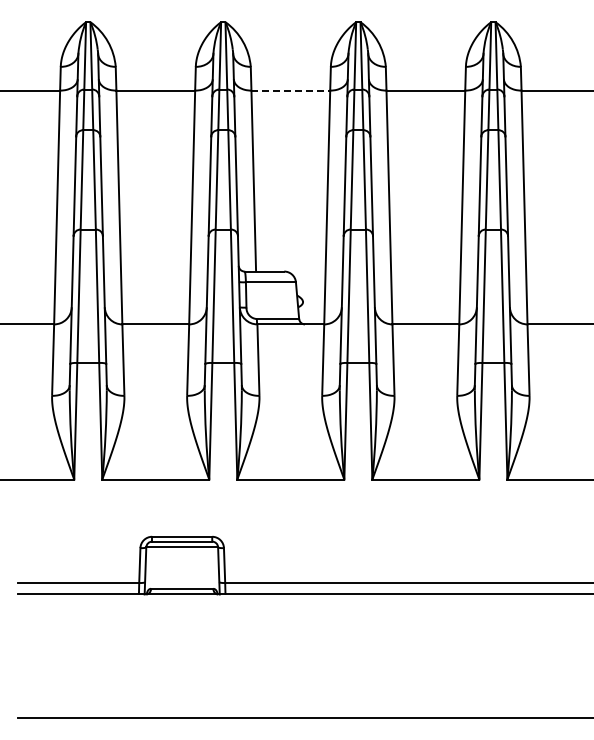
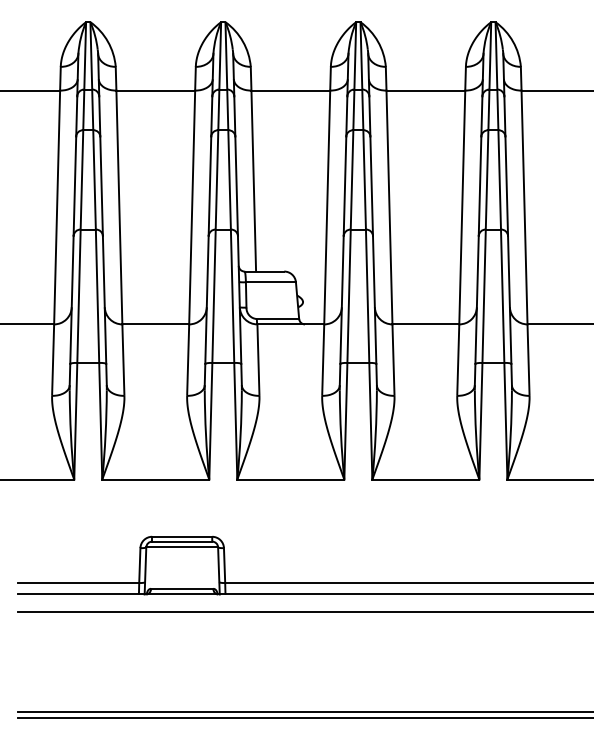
line at (291, 90): dashed -> solid
line at (303, 611): none -> present
line at (303, 712): none -> present
